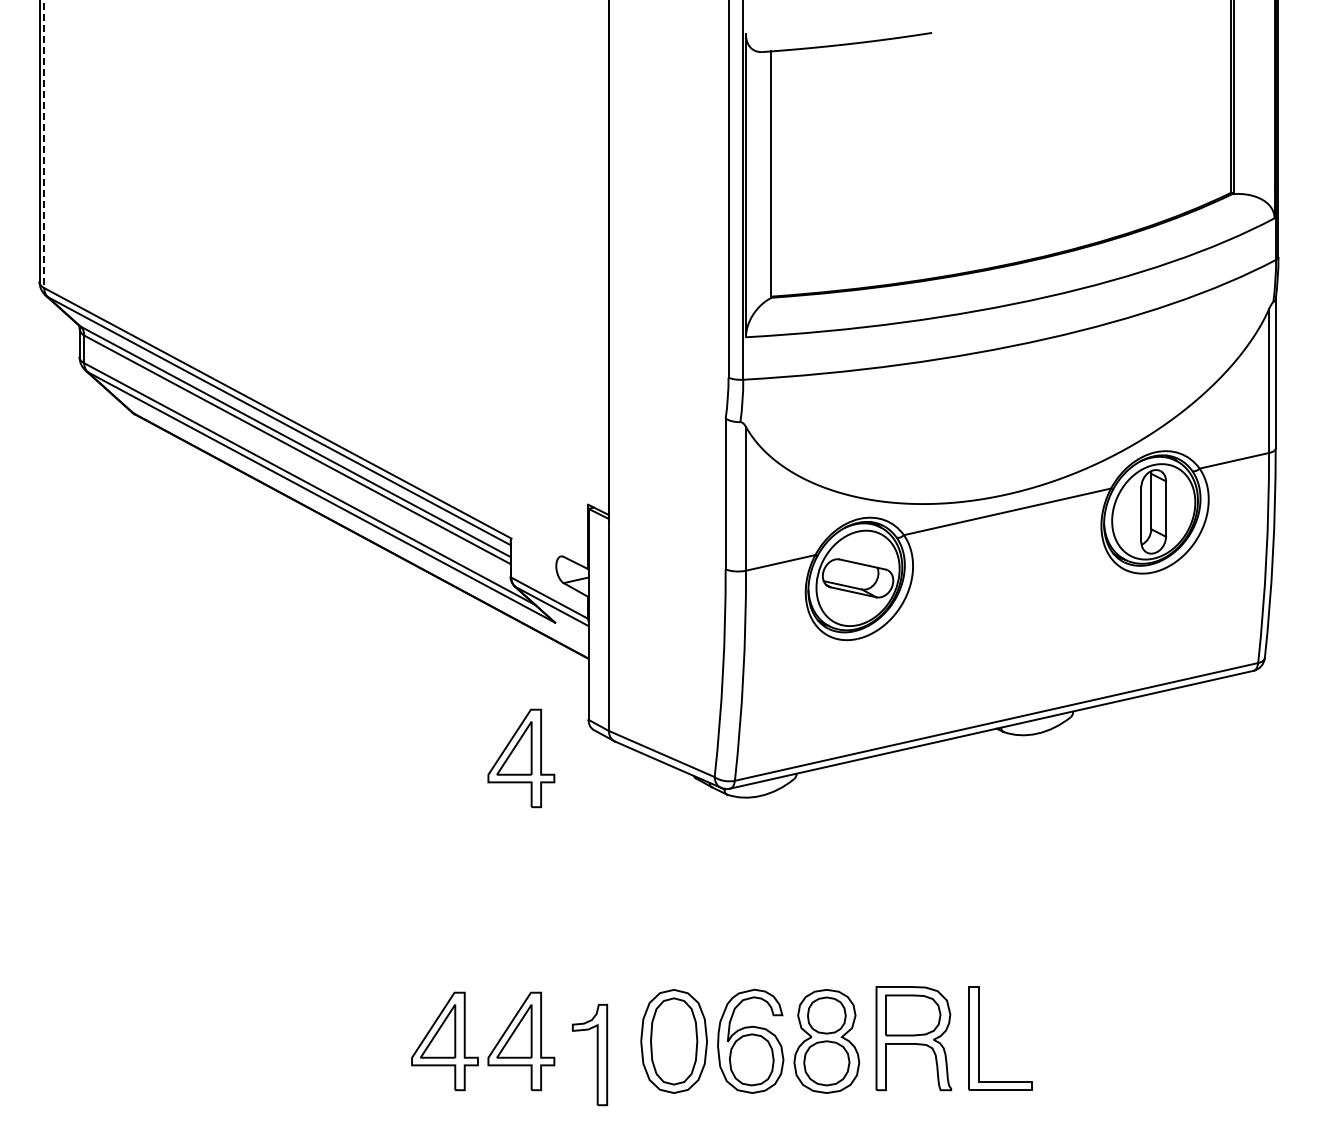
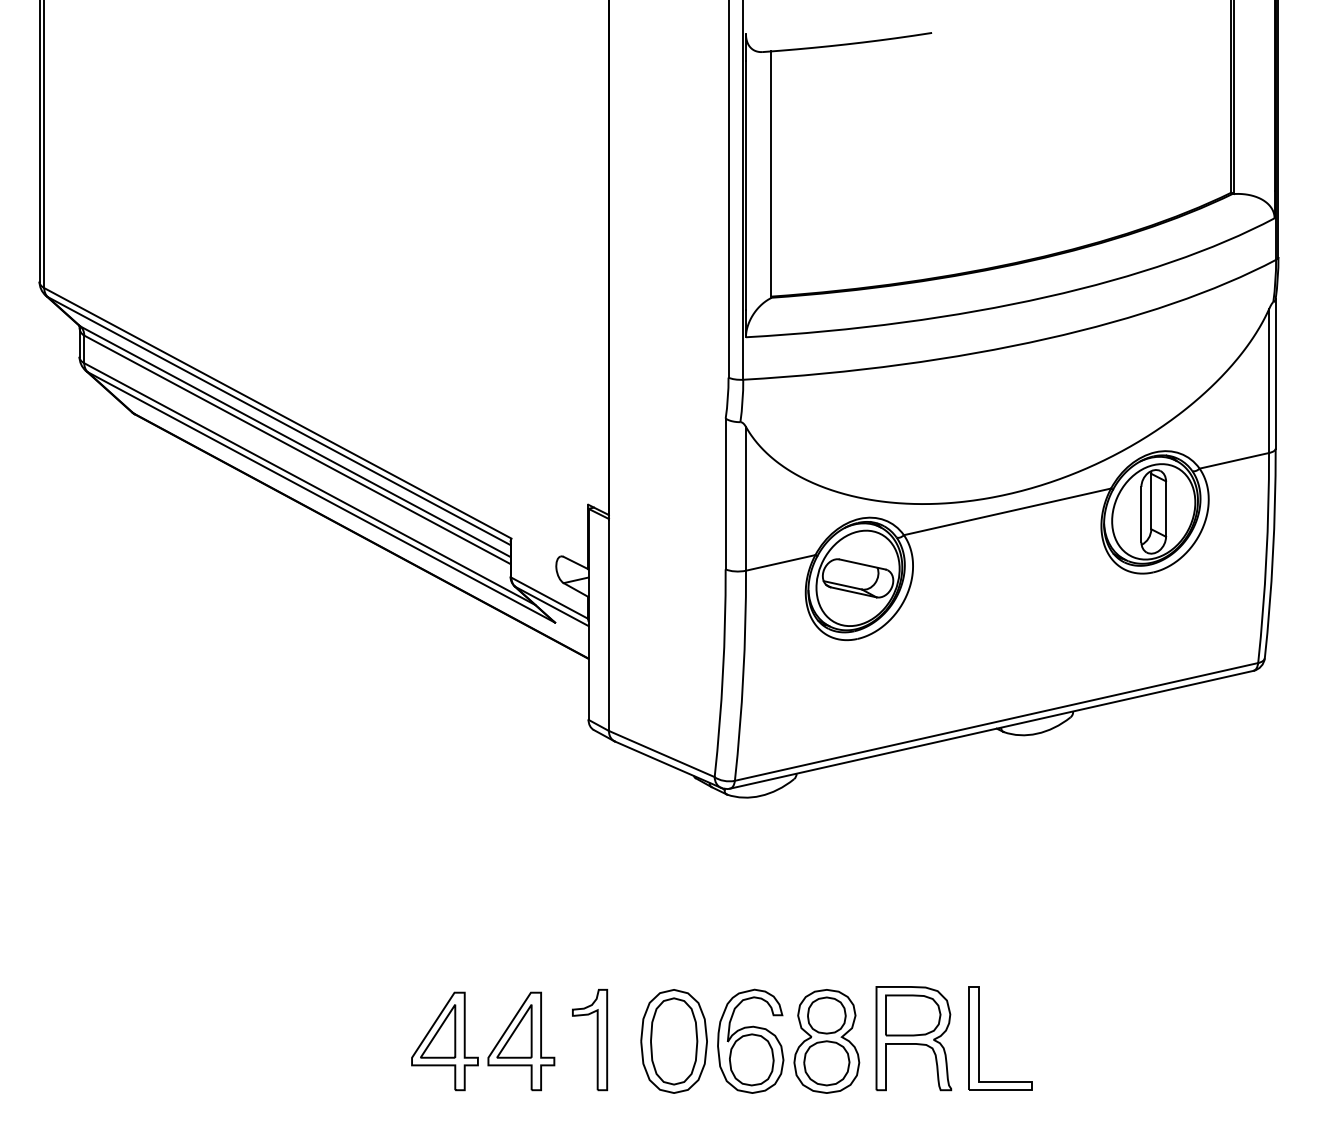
line at (44, 144): dashed -> solid
part at (521, 758): present -> none
part at (590, 1055) position: (590, 1055) -> (590, 1040)
